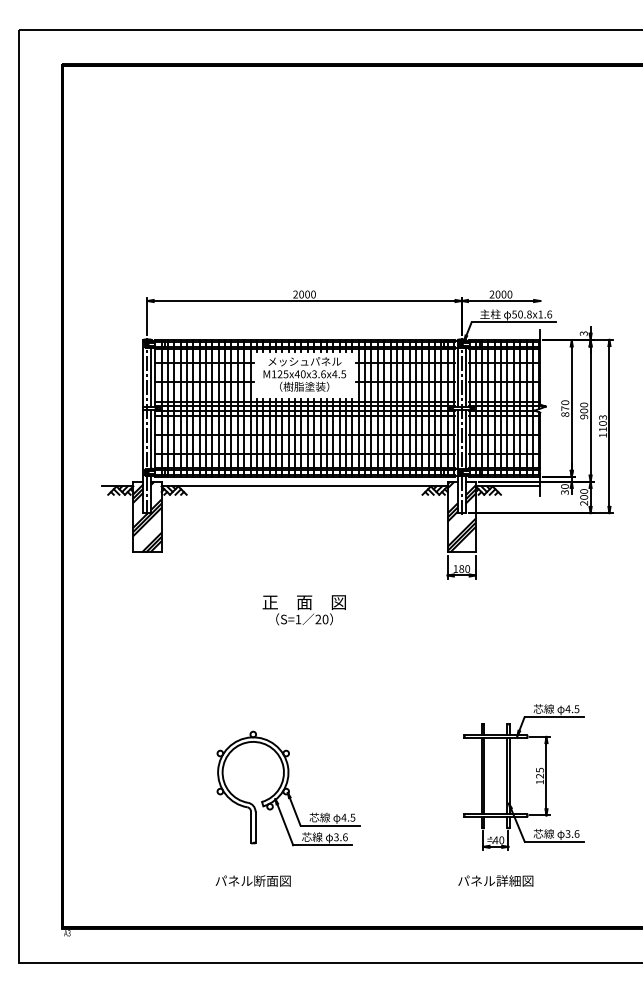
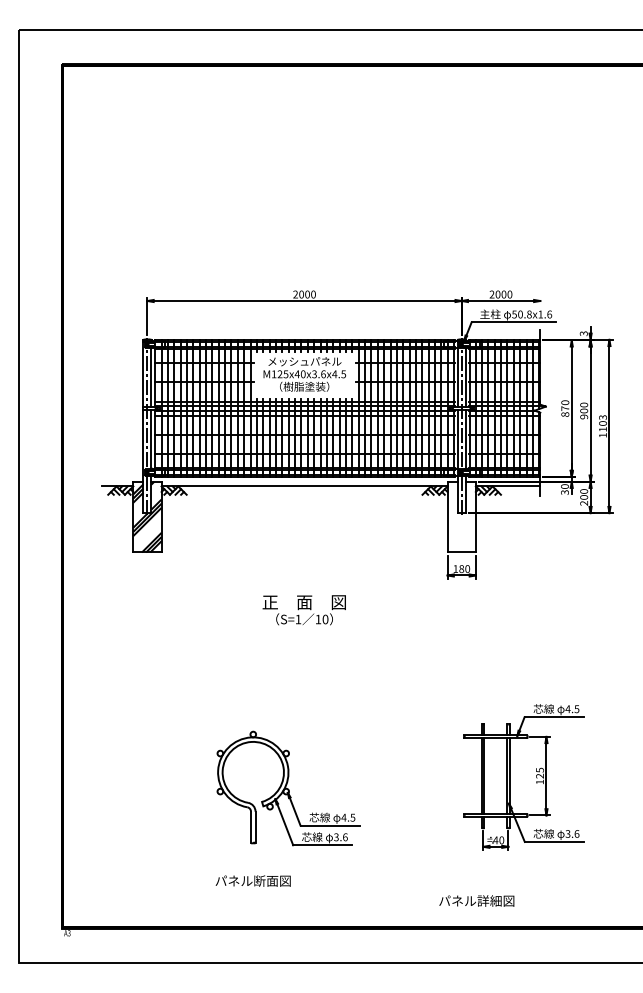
hatch at (461, 516): present -> none
text at (318, 619): 20 -> 10
text at (495, 880) position: (495, 880) -> (476, 900)
